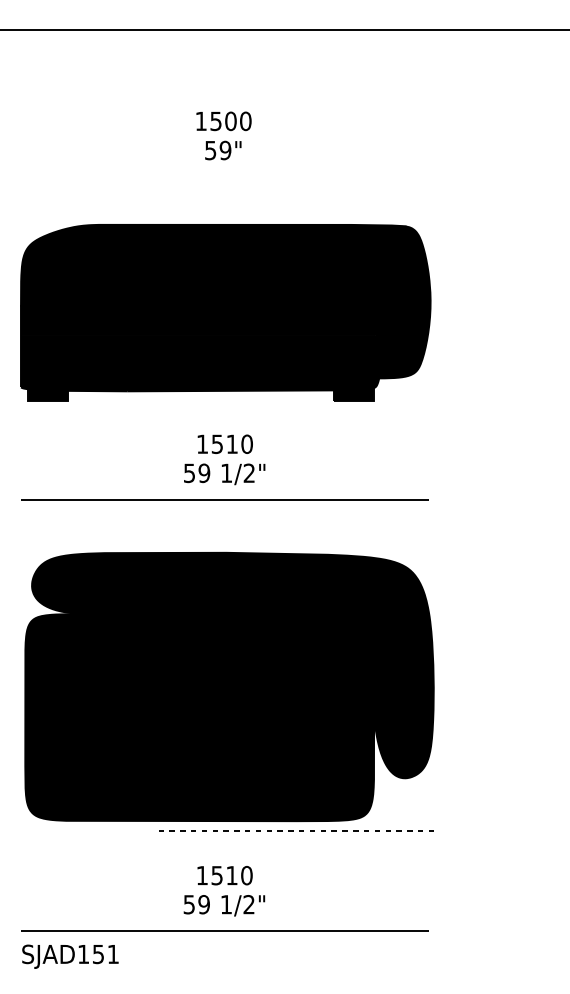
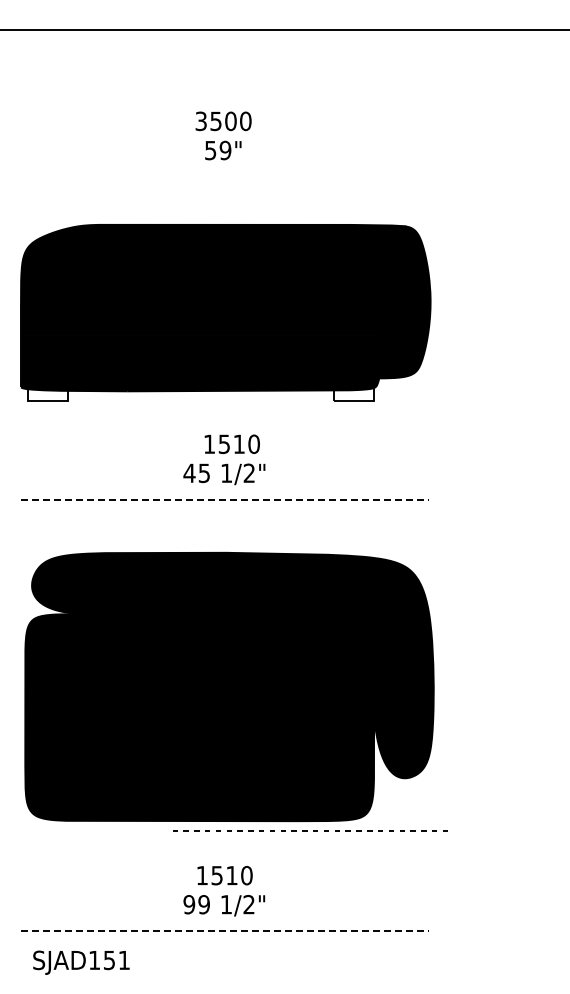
text at (200, 121): 1500 -> 3500
fill at (48, 394): present -> none
fill at (353, 394): present -> none
text at (224, 443) position: (224, 443) -> (231, 443)
text at (196, 473): 59 -> 45
line at (225, 499): solid -> dashed
line at (293, 830) position: (293, 830) -> (307, 830)
text at (189, 904): 59 -> 99
line at (225, 930): solid -> dashed
text at (70, 956) position: (70, 956) -> (81, 962)
